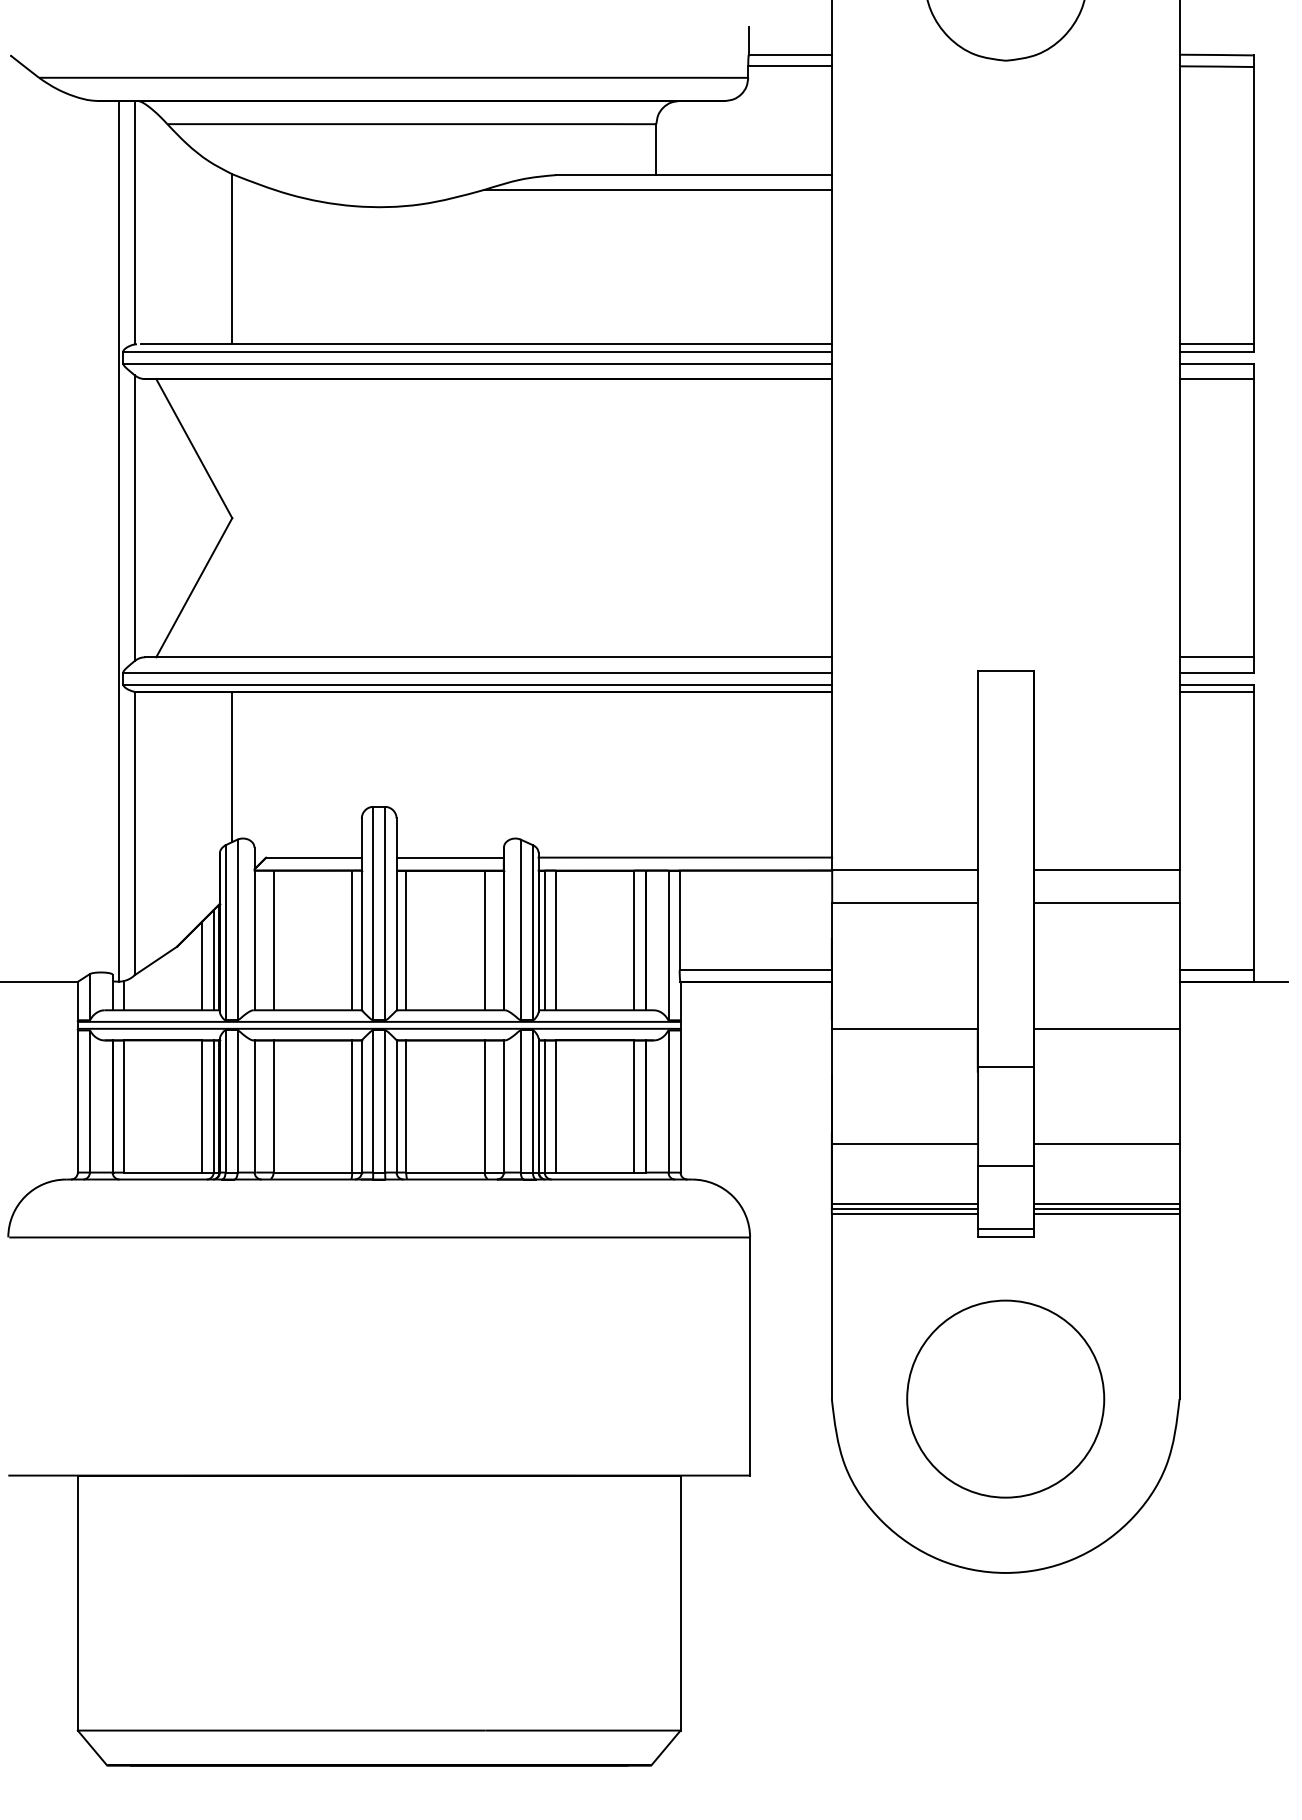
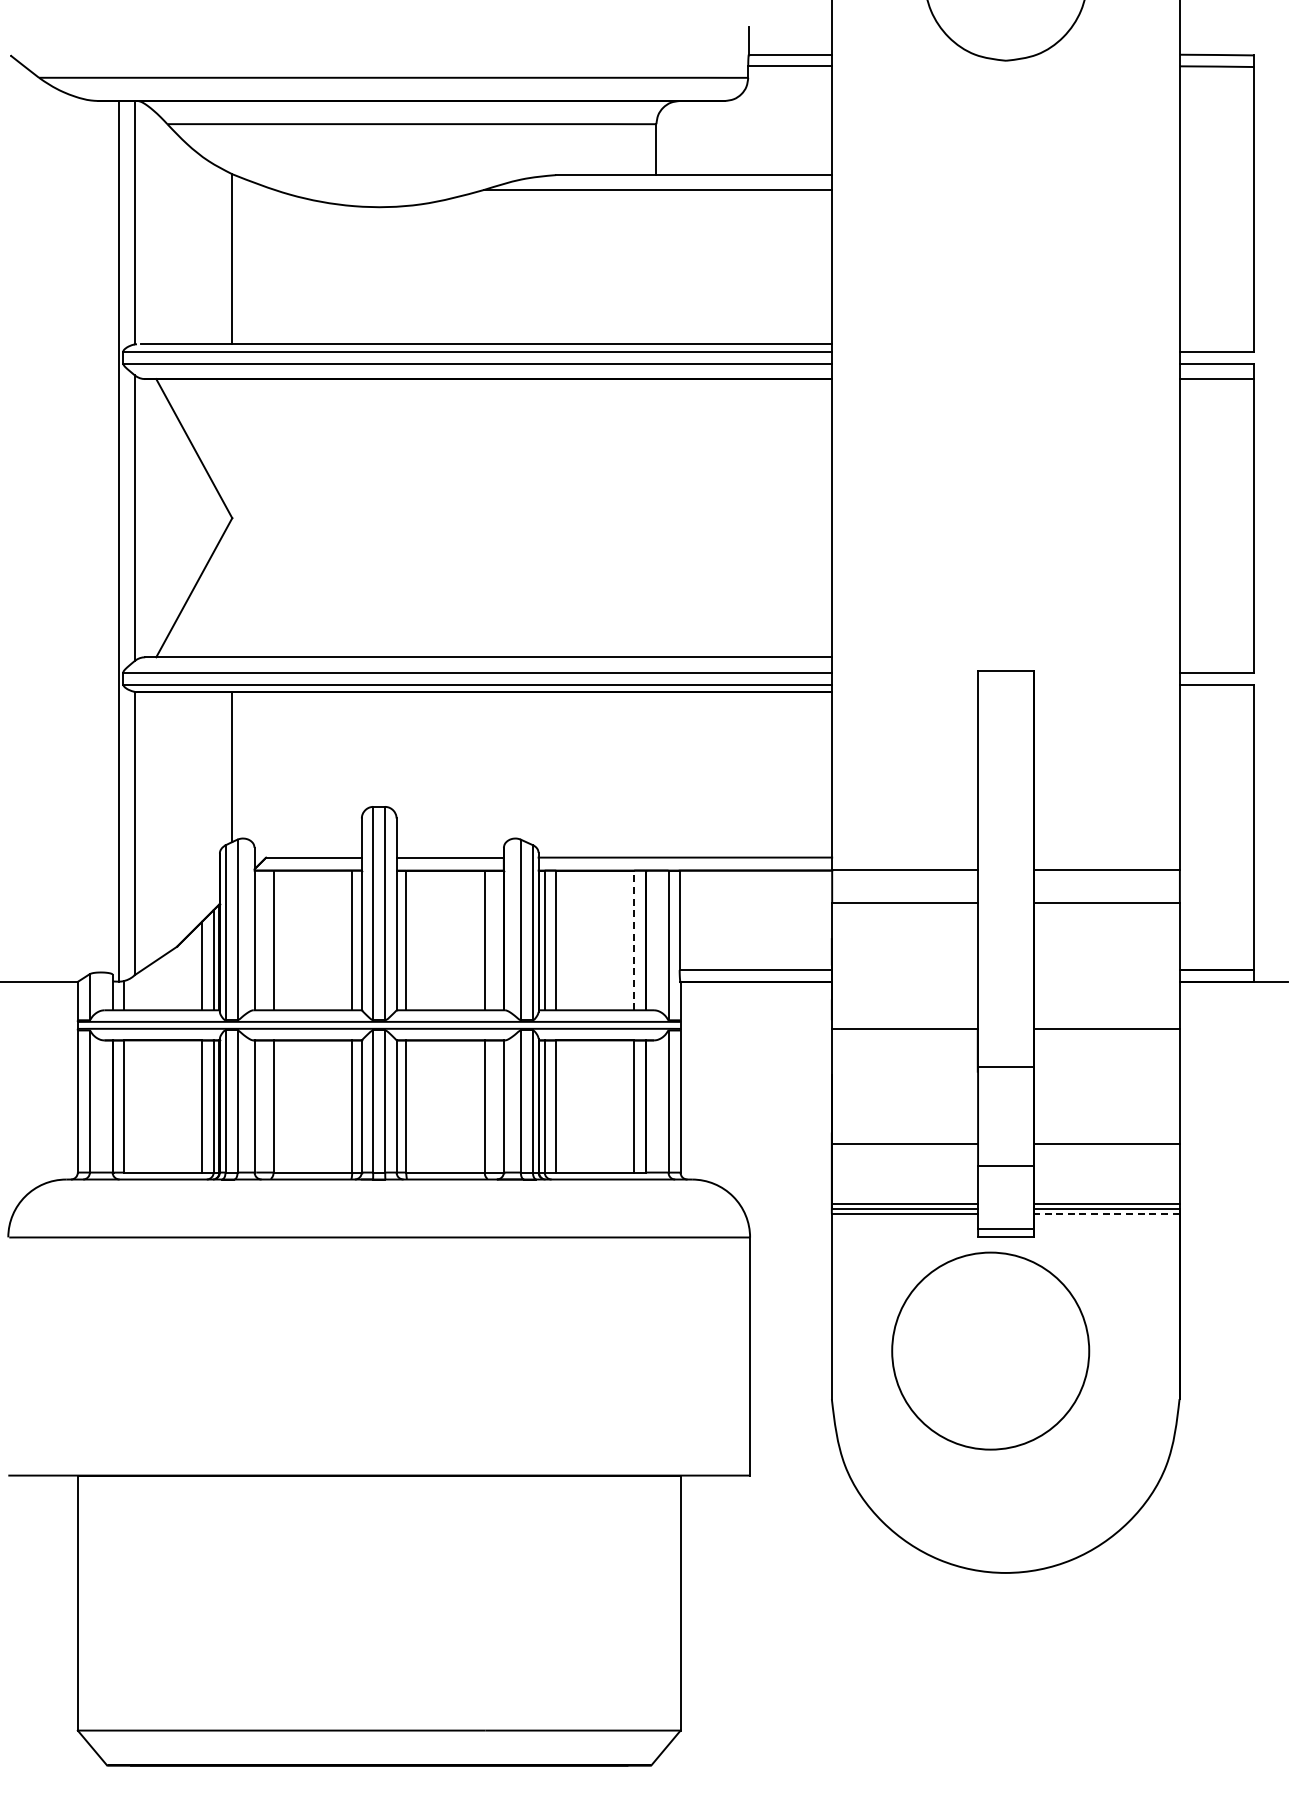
line at (1216, 344): present -> none
line at (1216, 657): present -> none
line at (1216, 692): present -> none
line at (634, 940): solid -> dashed
line at (1106, 1213): solid -> dashed
circle at (1005, 1398) position: (1005, 1398) -> (990, 1350)
